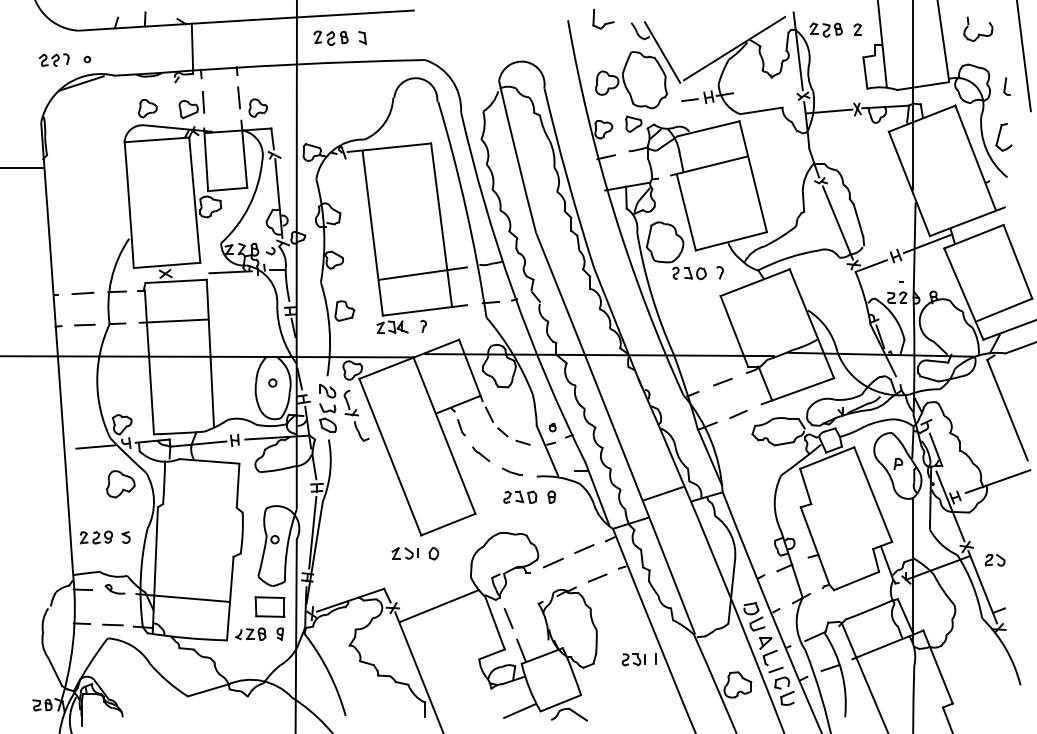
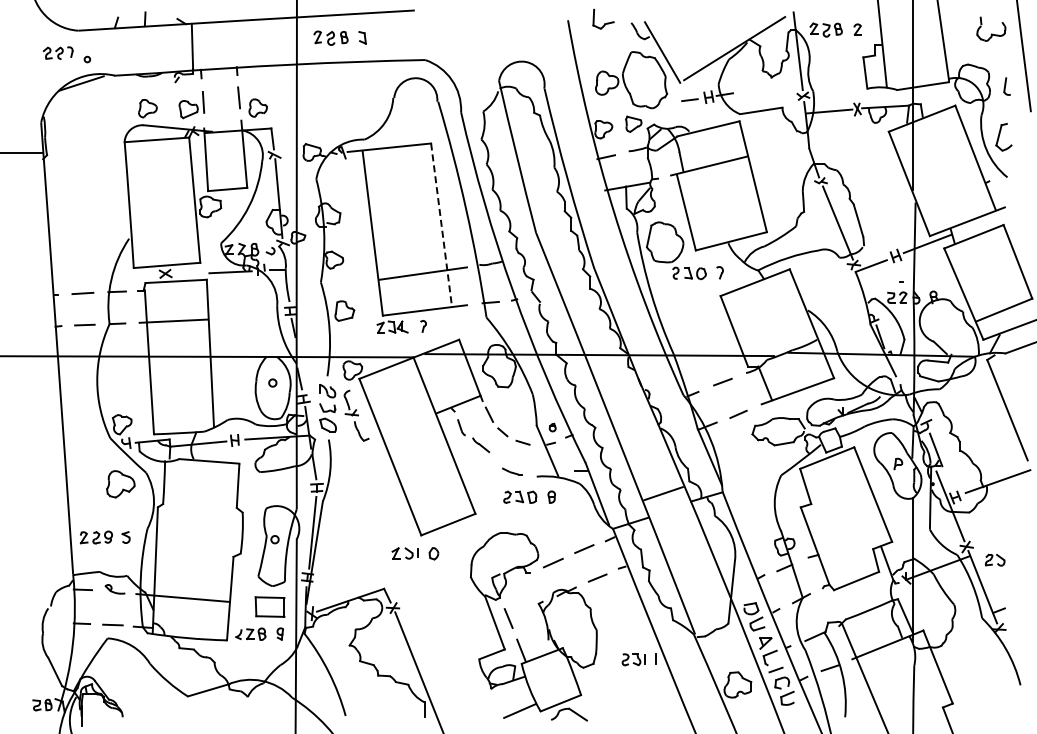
part at (978, 28) position: (978, 28) -> (991, 28)
part at (54, 59) position: (54, 59) -> (58, 52)
line at (22, 168) position: (22, 168) -> (22, 153)
line at (441, 225): solid -> dashed
line at (95, 446): present -> none
line at (481, 454) position: (481, 454) -> (481, 445)
line at (438, 606): present -> none
